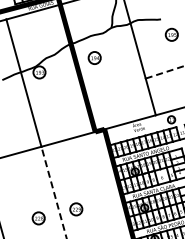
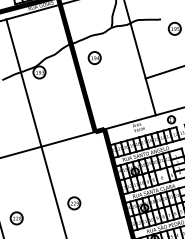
part at (171, 34) position: (171, 34) -> (174, 28)
line at (165, 72): dashed -> solid
line at (54, 192): dashed -> solid
part at (76, 209) position: (76, 209) -> (74, 203)
part at (38, 218) position: (38, 218) -> (16, 218)
